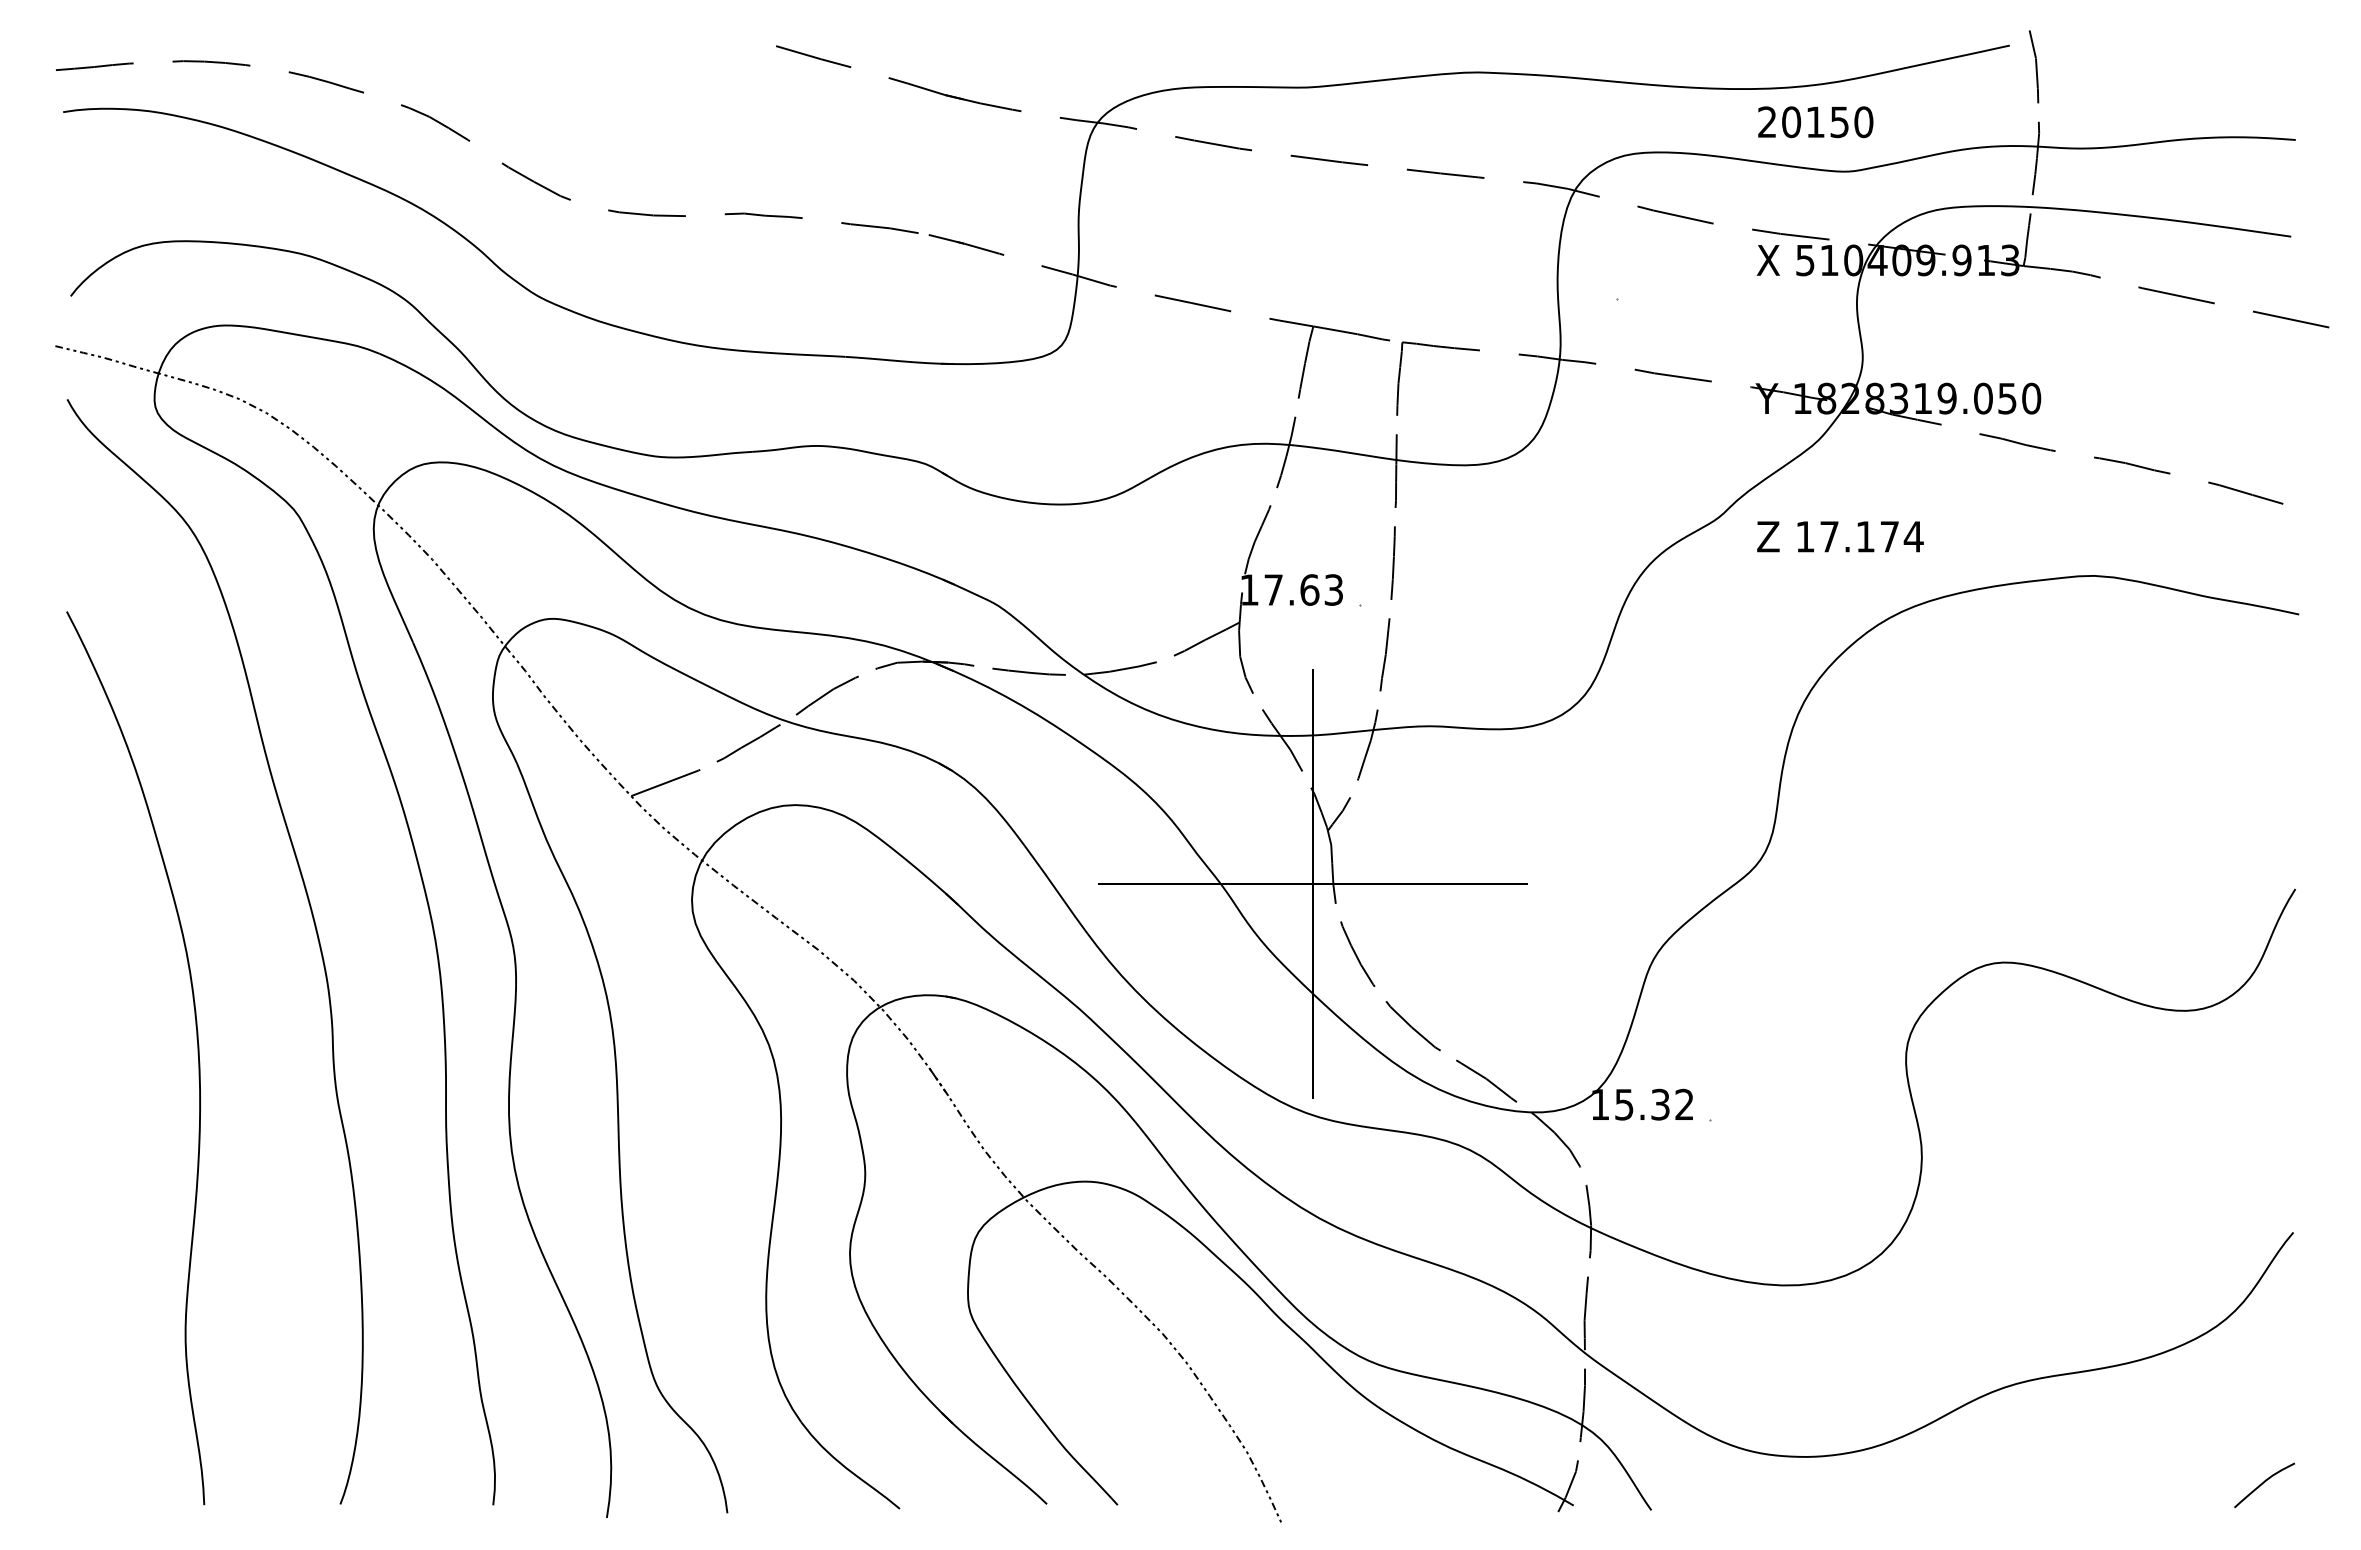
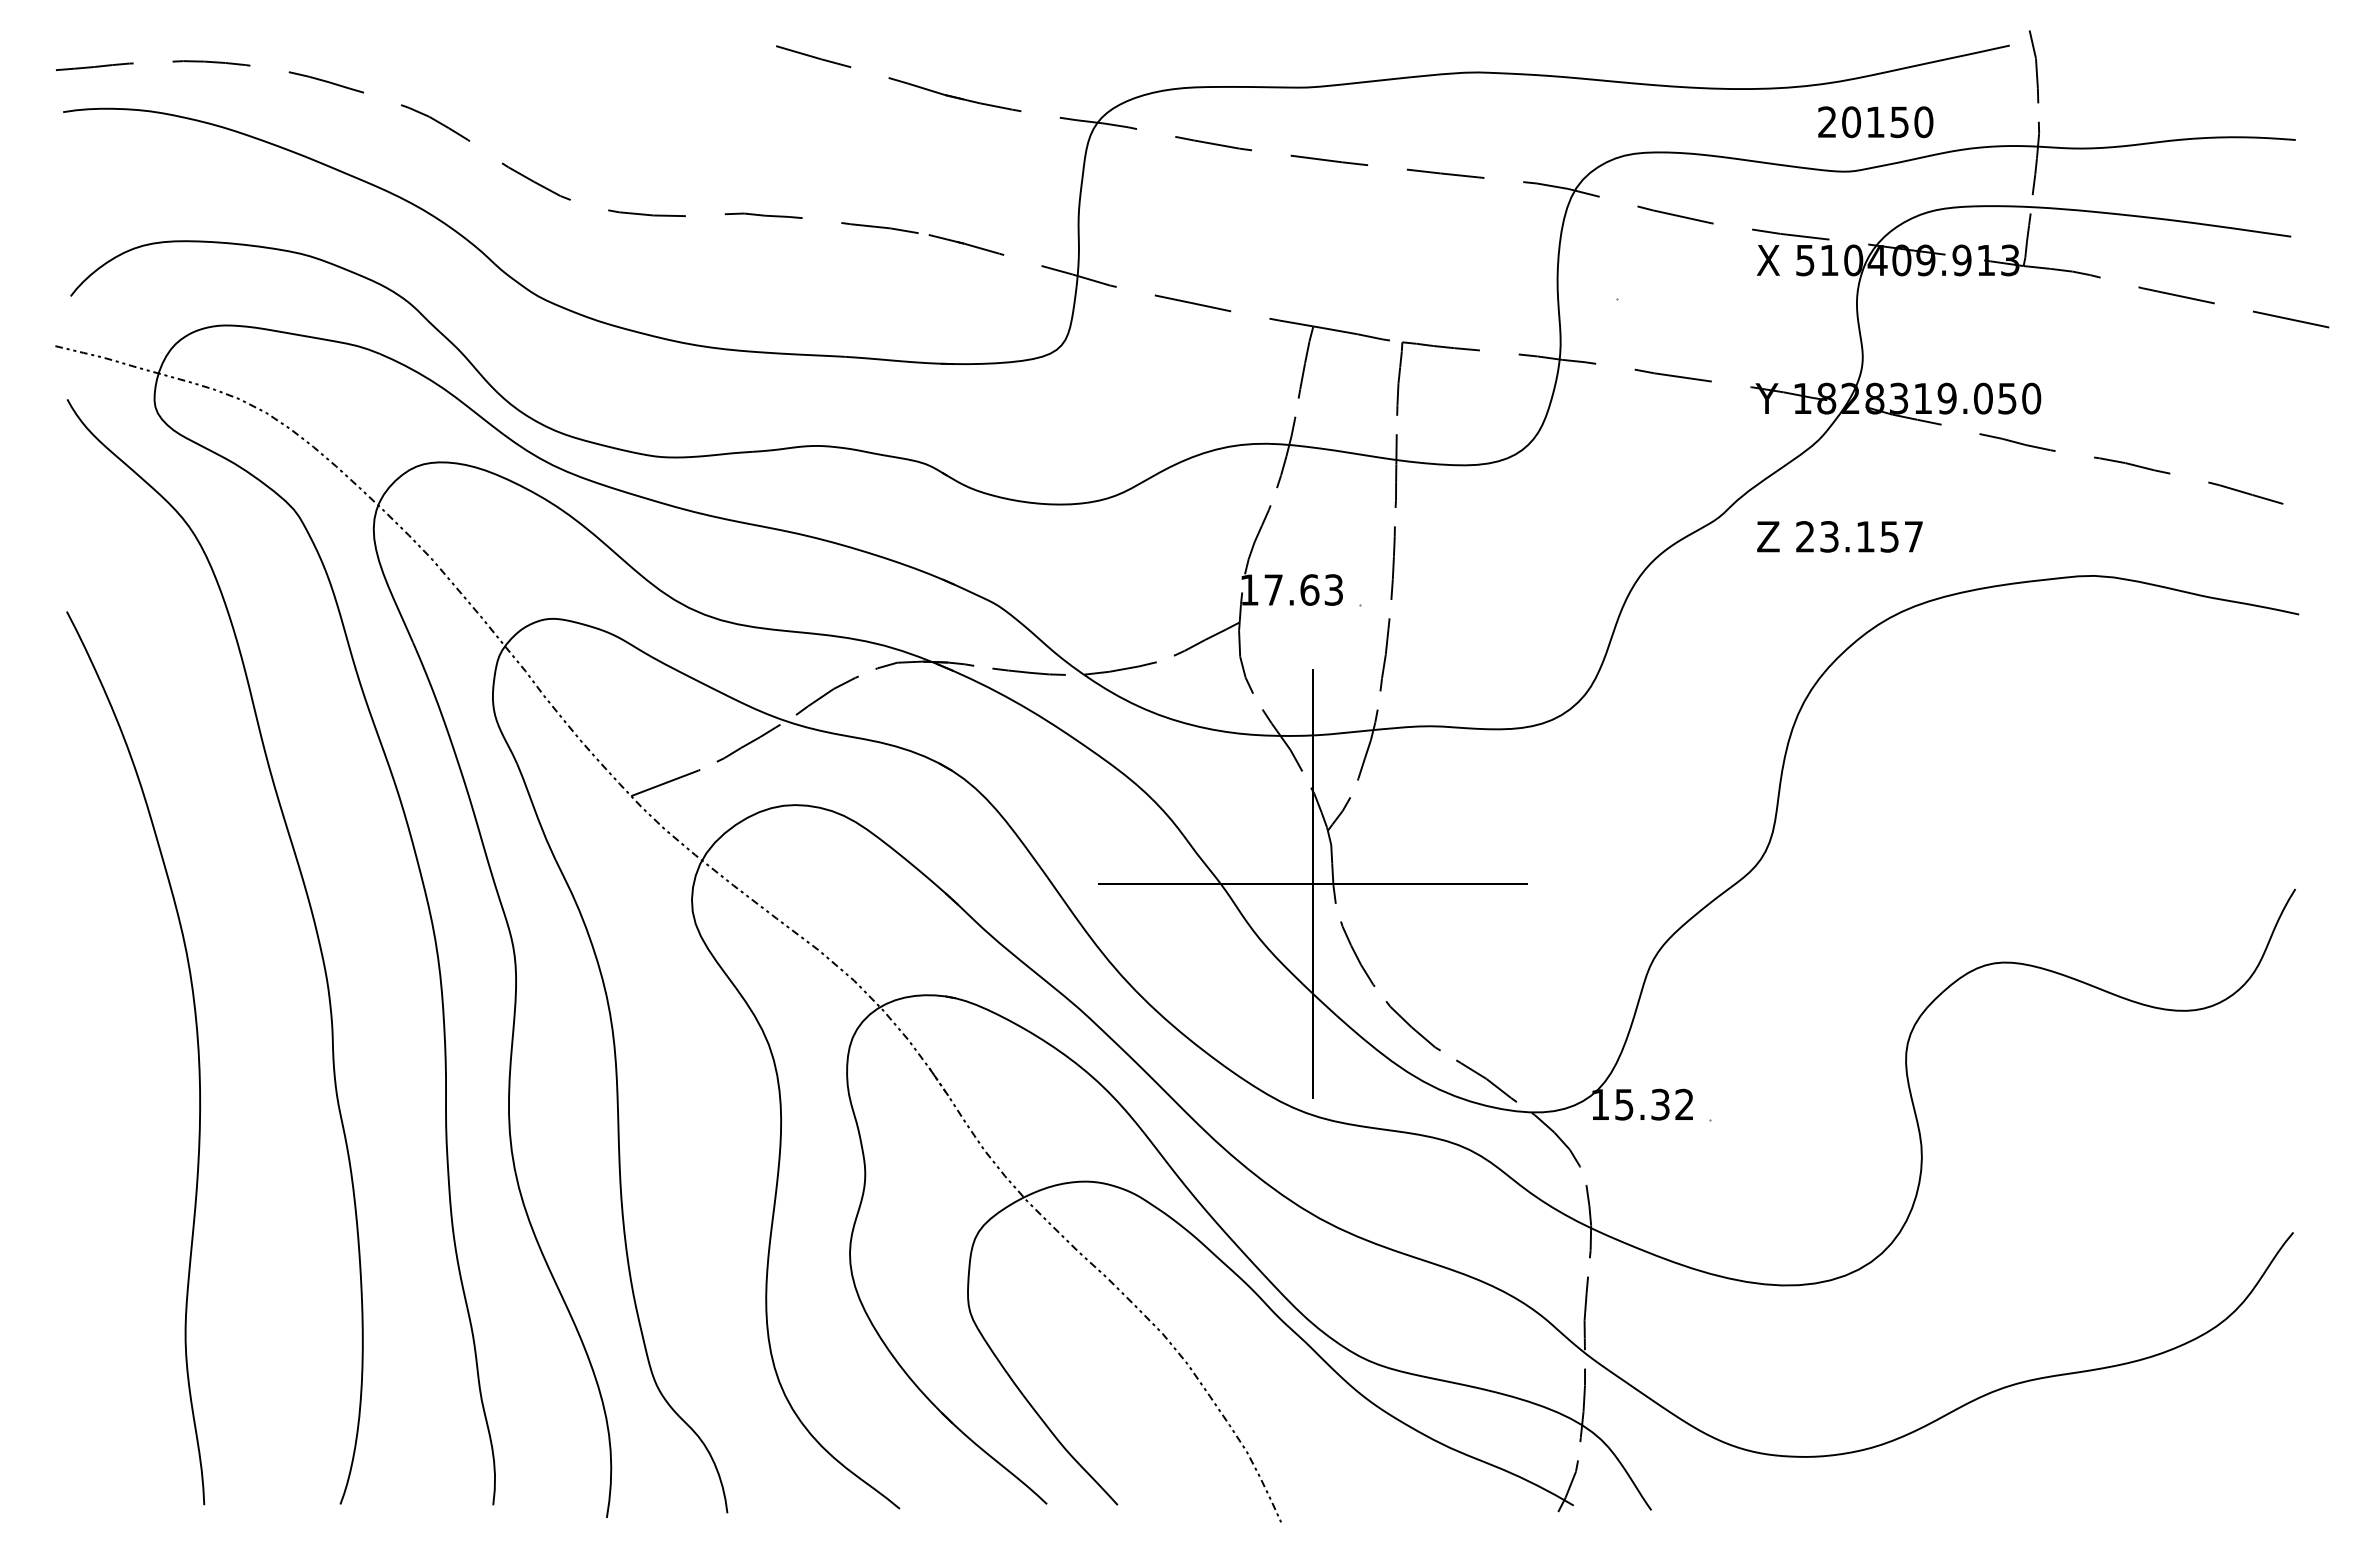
text at (1815, 122) position: (1815, 122) -> (1875, 122)
text at (1859, 536): 17.174 -> 23.157
curve at (2264, 1483): present -> none
